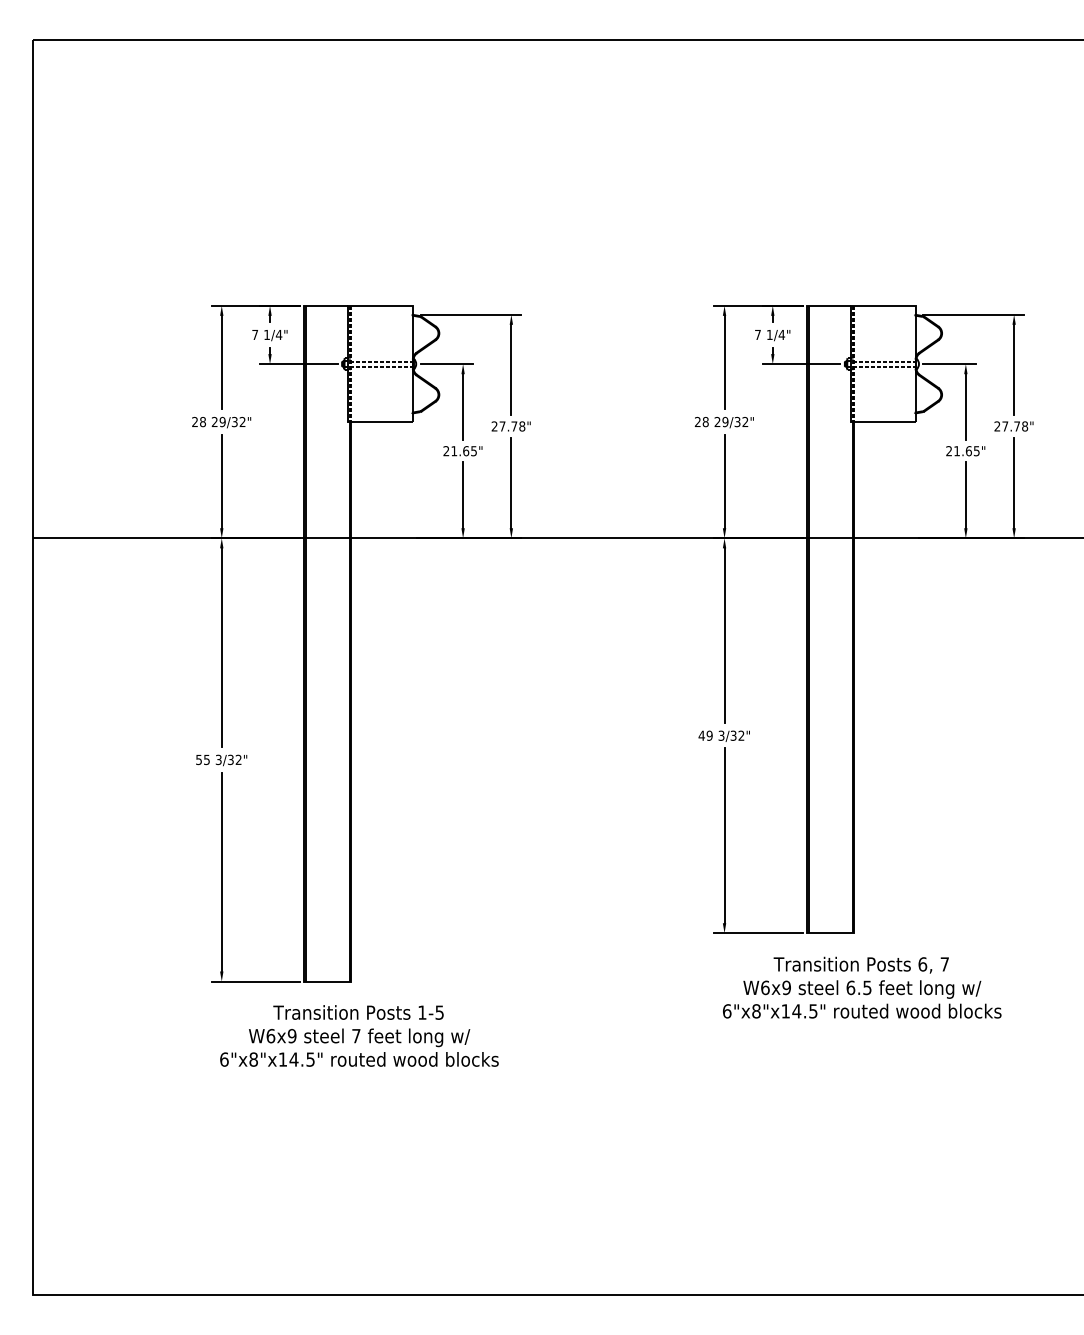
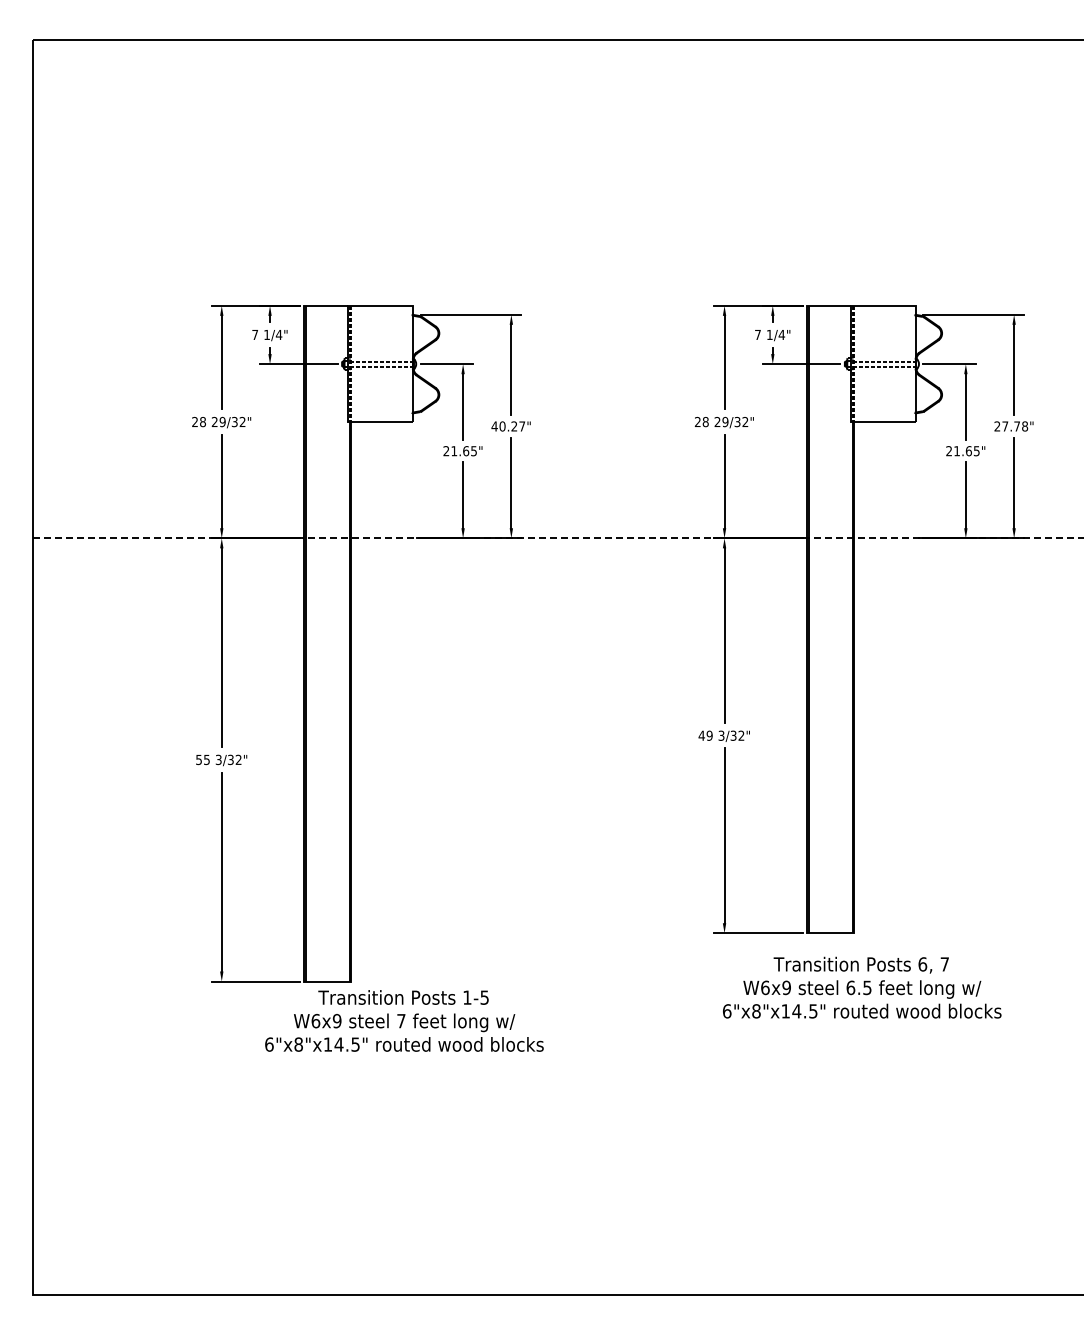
text at (508, 426): 27.78" -> 40.27"
line at (558, 538): solid -> dashed
text at (359, 1035) position: (359, 1035) -> (404, 1020)
